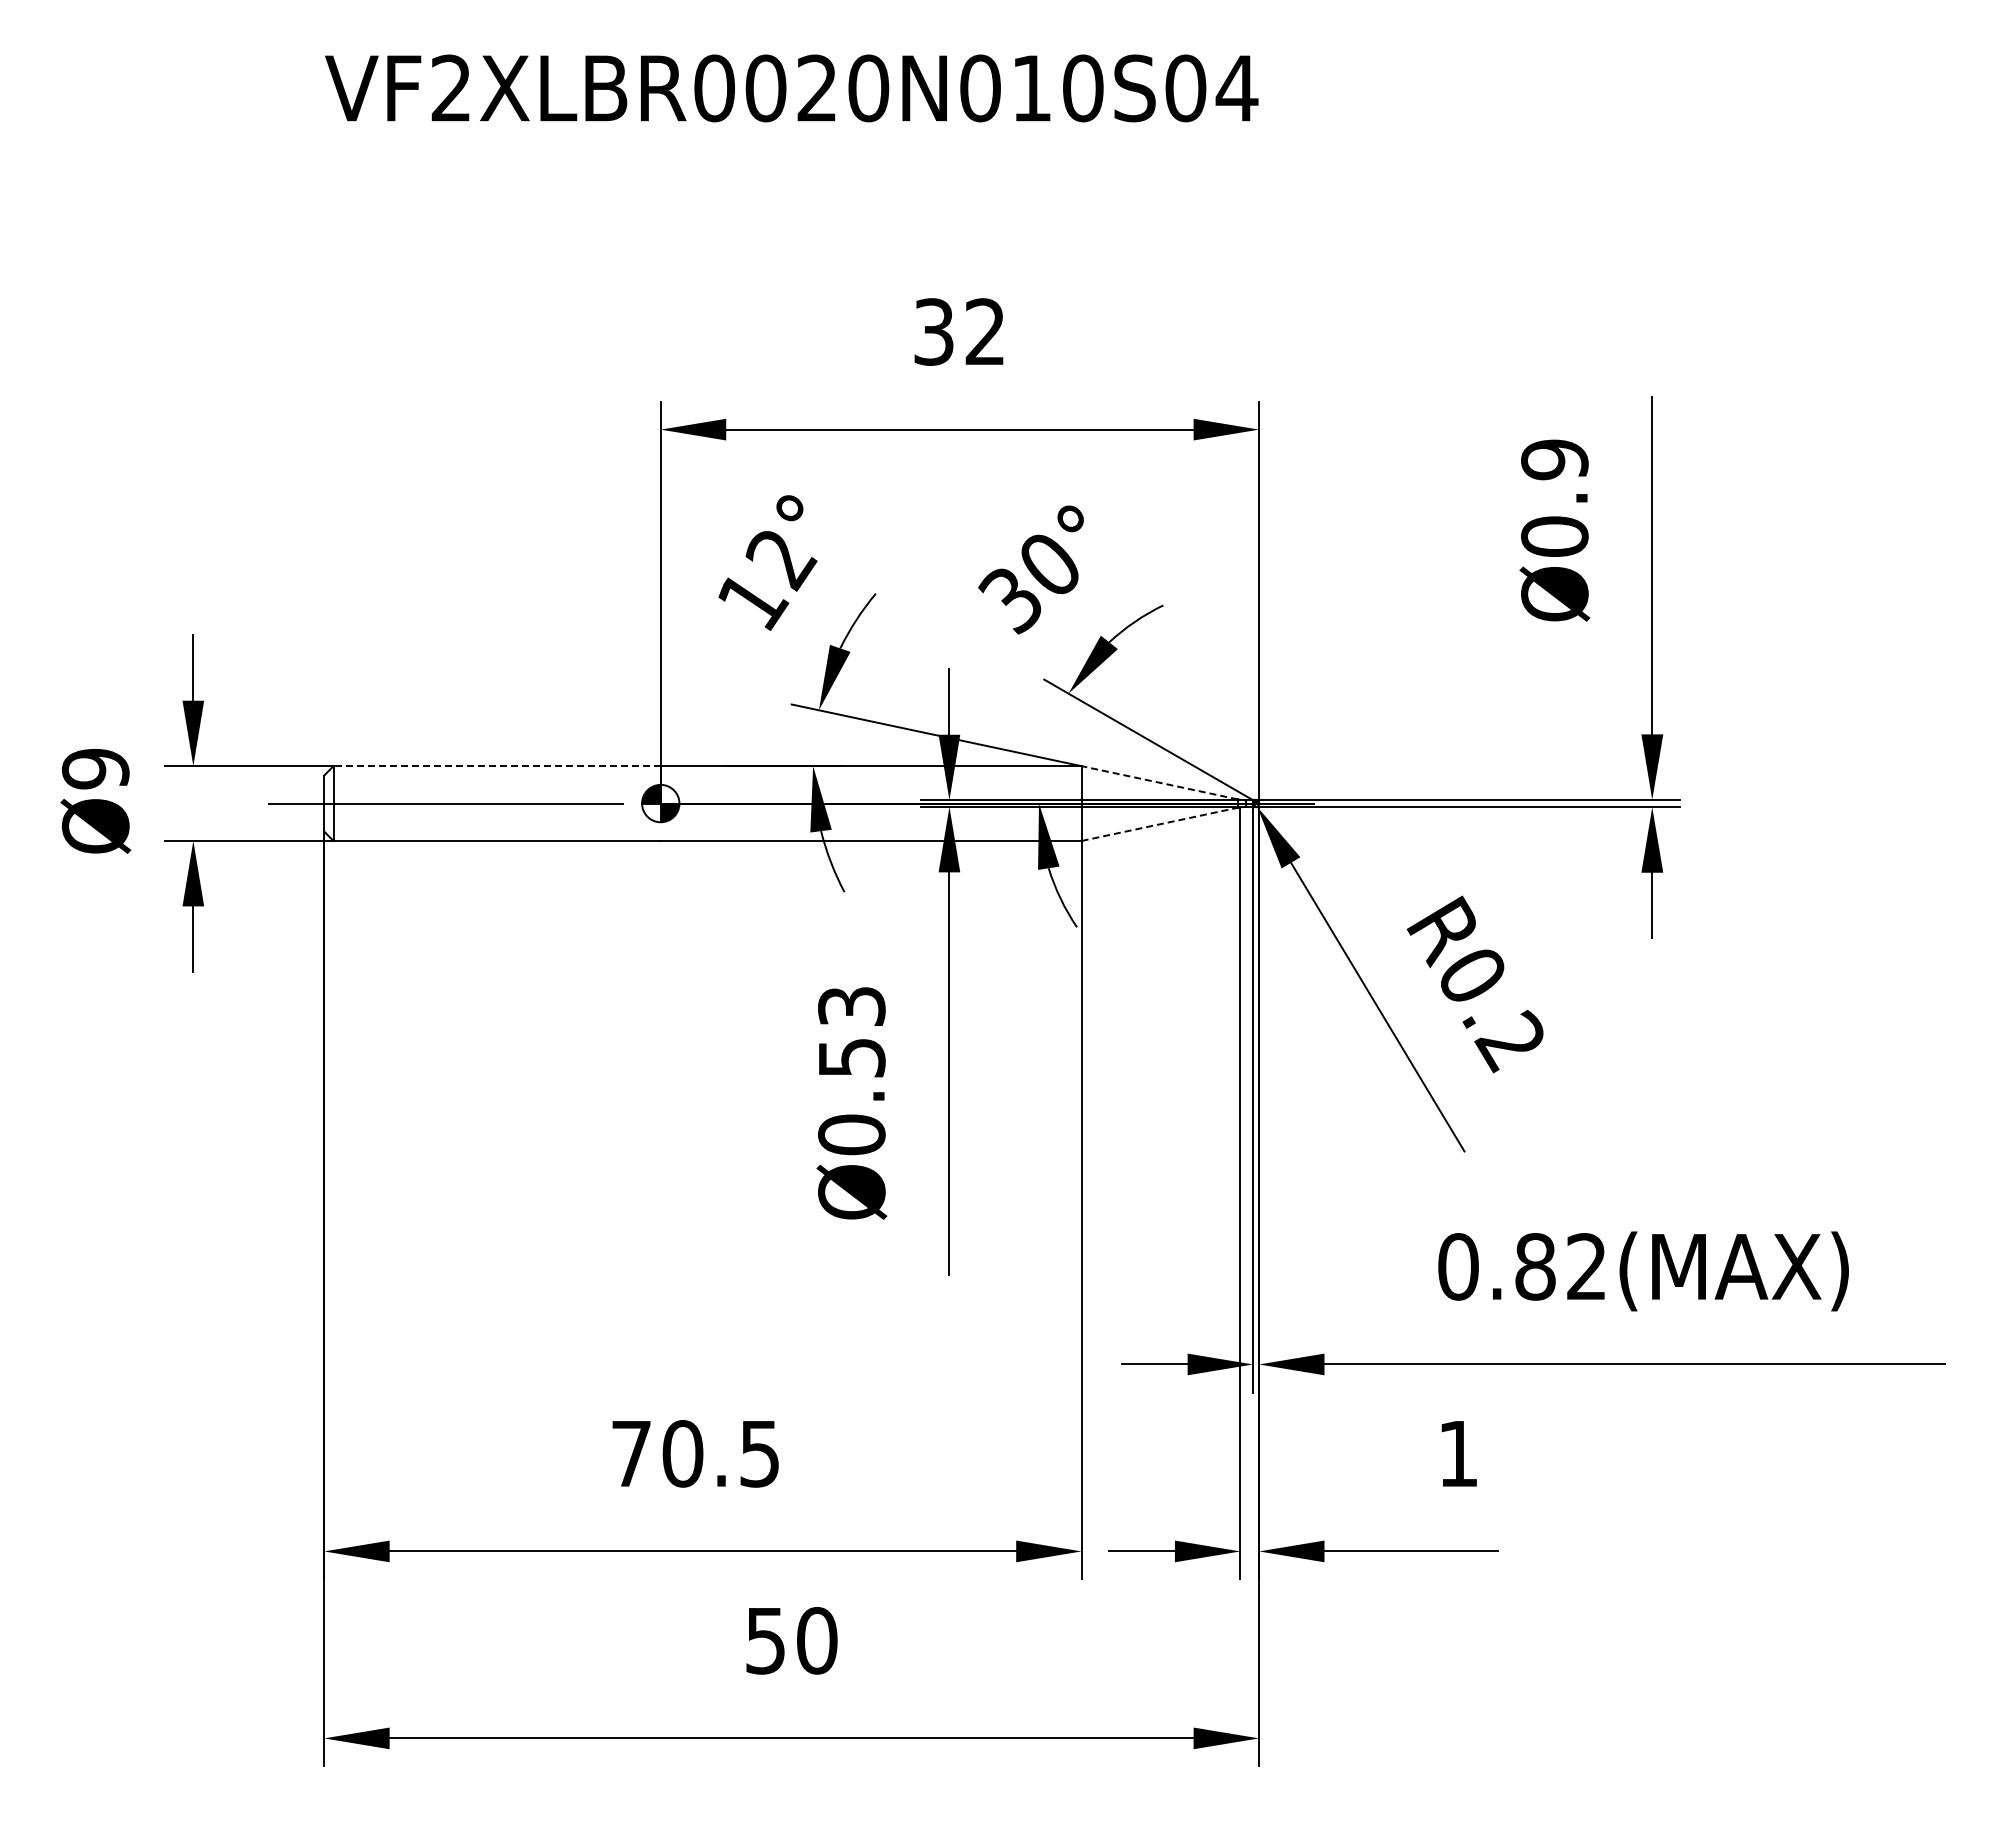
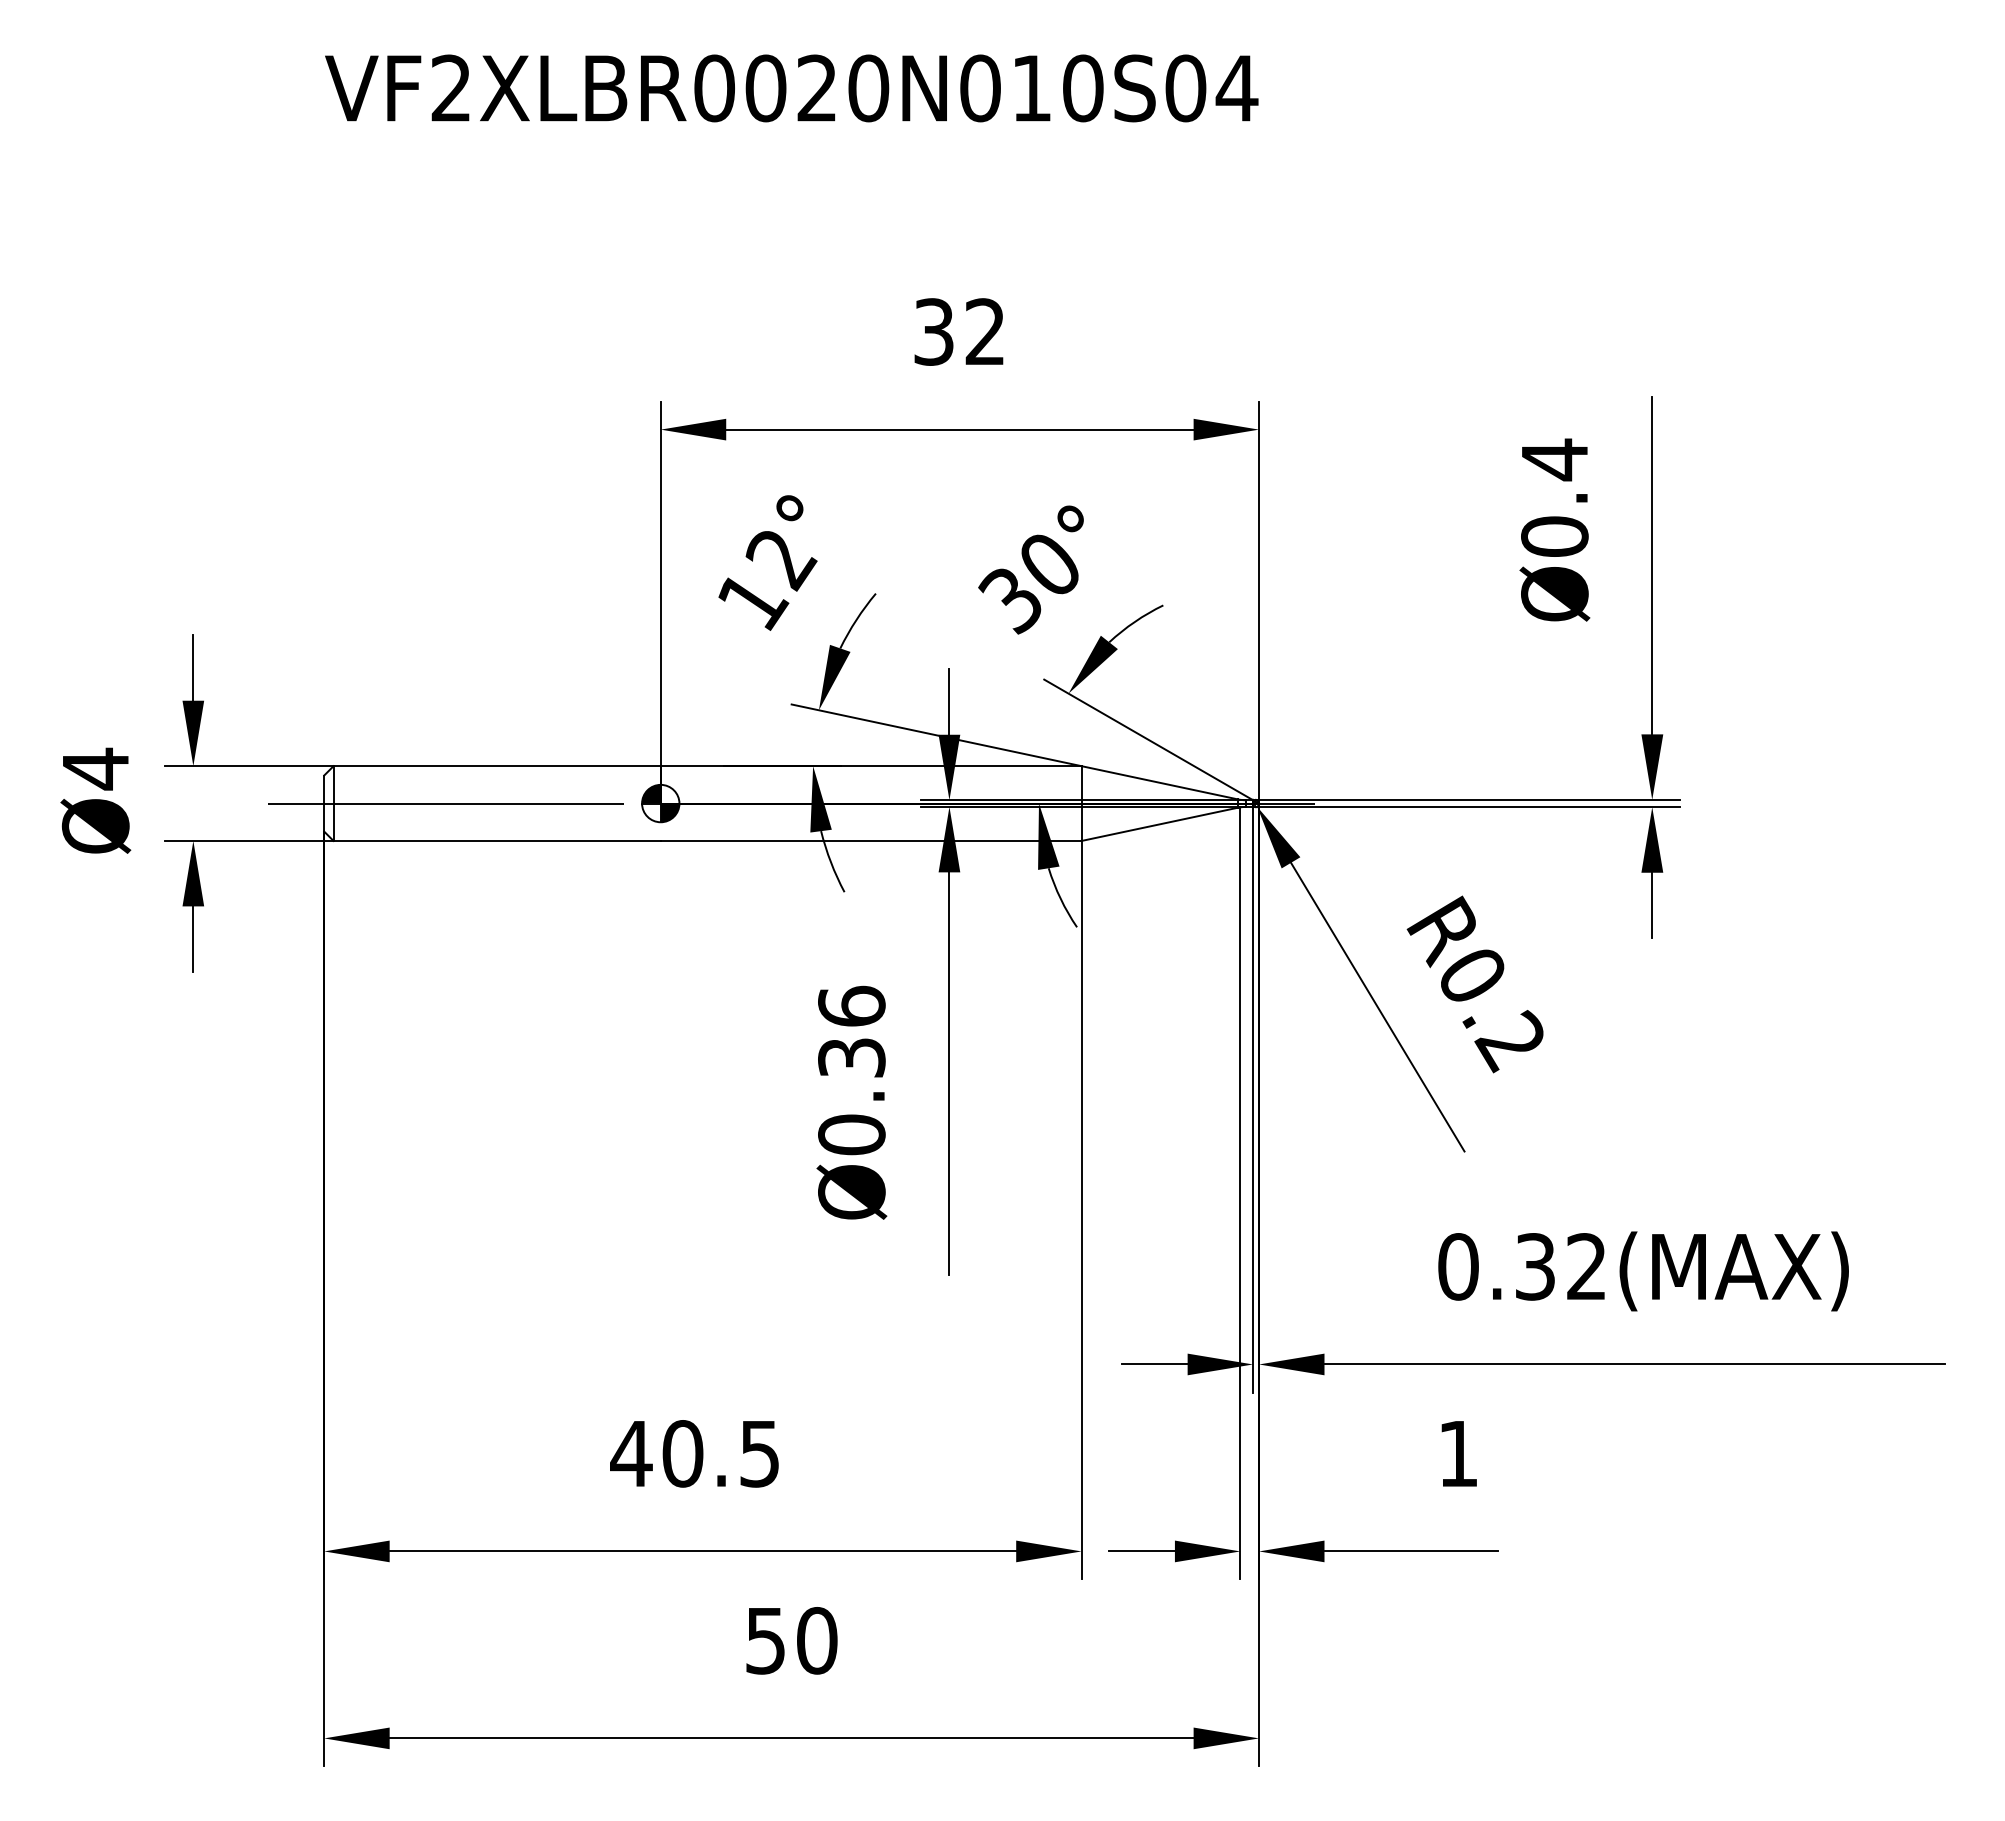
text at (1554, 459): Ø0.9 -> Ø0.4
line at (497, 766): dashed -> solid
text at (95, 768): Ø9 -> Ø4
line at (1159, 782): dashed -> solid
line at (1159, 824): dashed -> solid
text at (851, 1030): Ø0.53 -> Ø0.36
text at (1535, 1266): 0.82(MAX) -> 0.32(MAX)
text at (631, 1453): 70.5 -> 40.5
